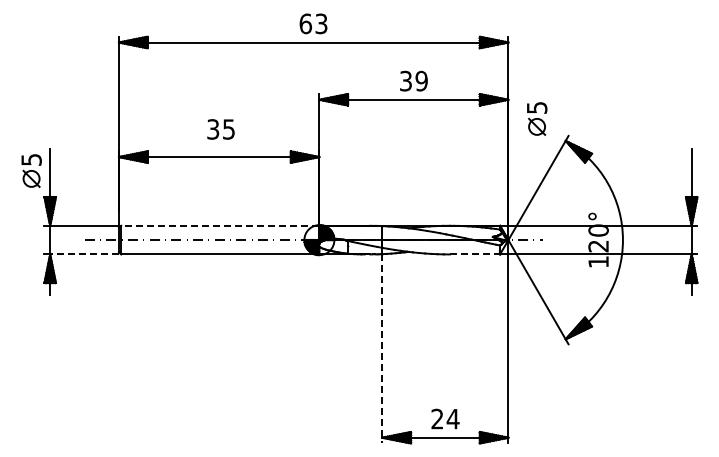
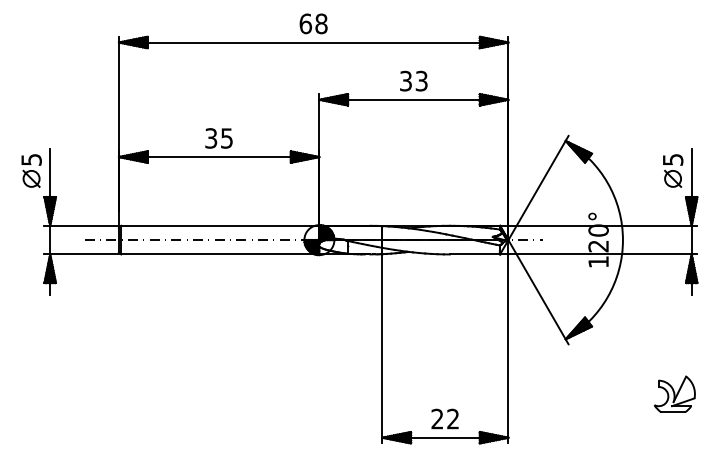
text at (321, 23): 63 -> 68
text at (421, 81): 39 -> 33
part at (537, 118) position: (537, 118) -> (673, 170)
text at (220, 129) position: (220, 129) -> (218, 138)
line at (219, 225): dashed -> solid
line at (84, 254): dashed -> solid
line at (475, 254): dashed -> solid
line at (382, 348): dashed -> solid
part at (674, 393): none -> present
text at (452, 418): 24 -> 22
